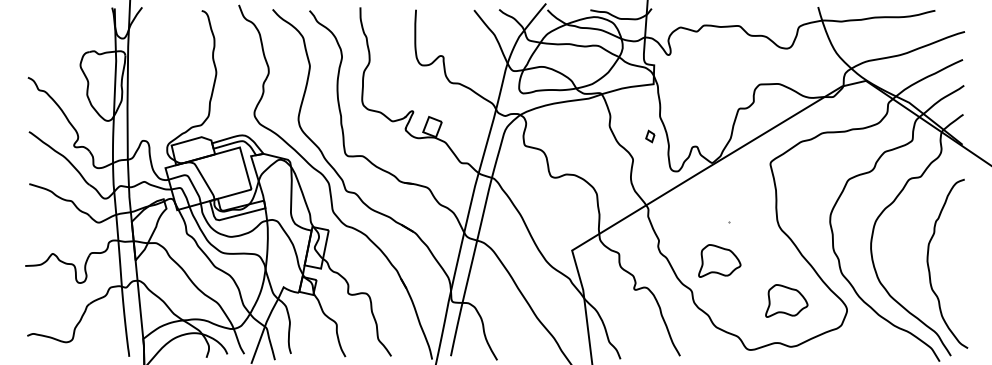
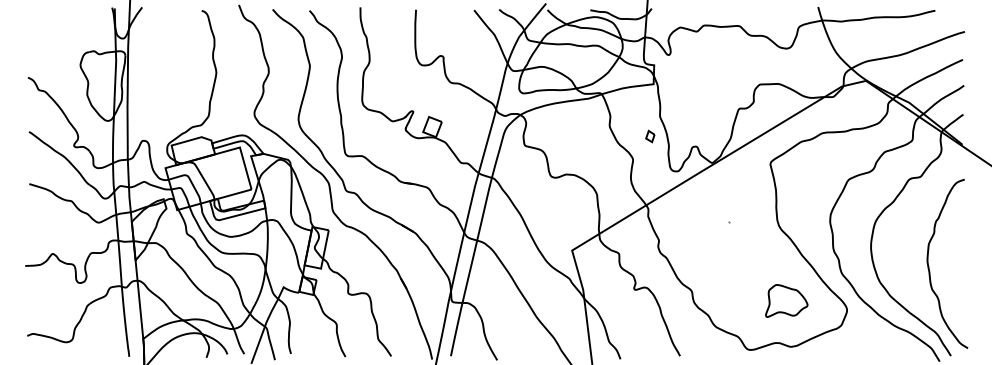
part at (719, 260): present -> none
